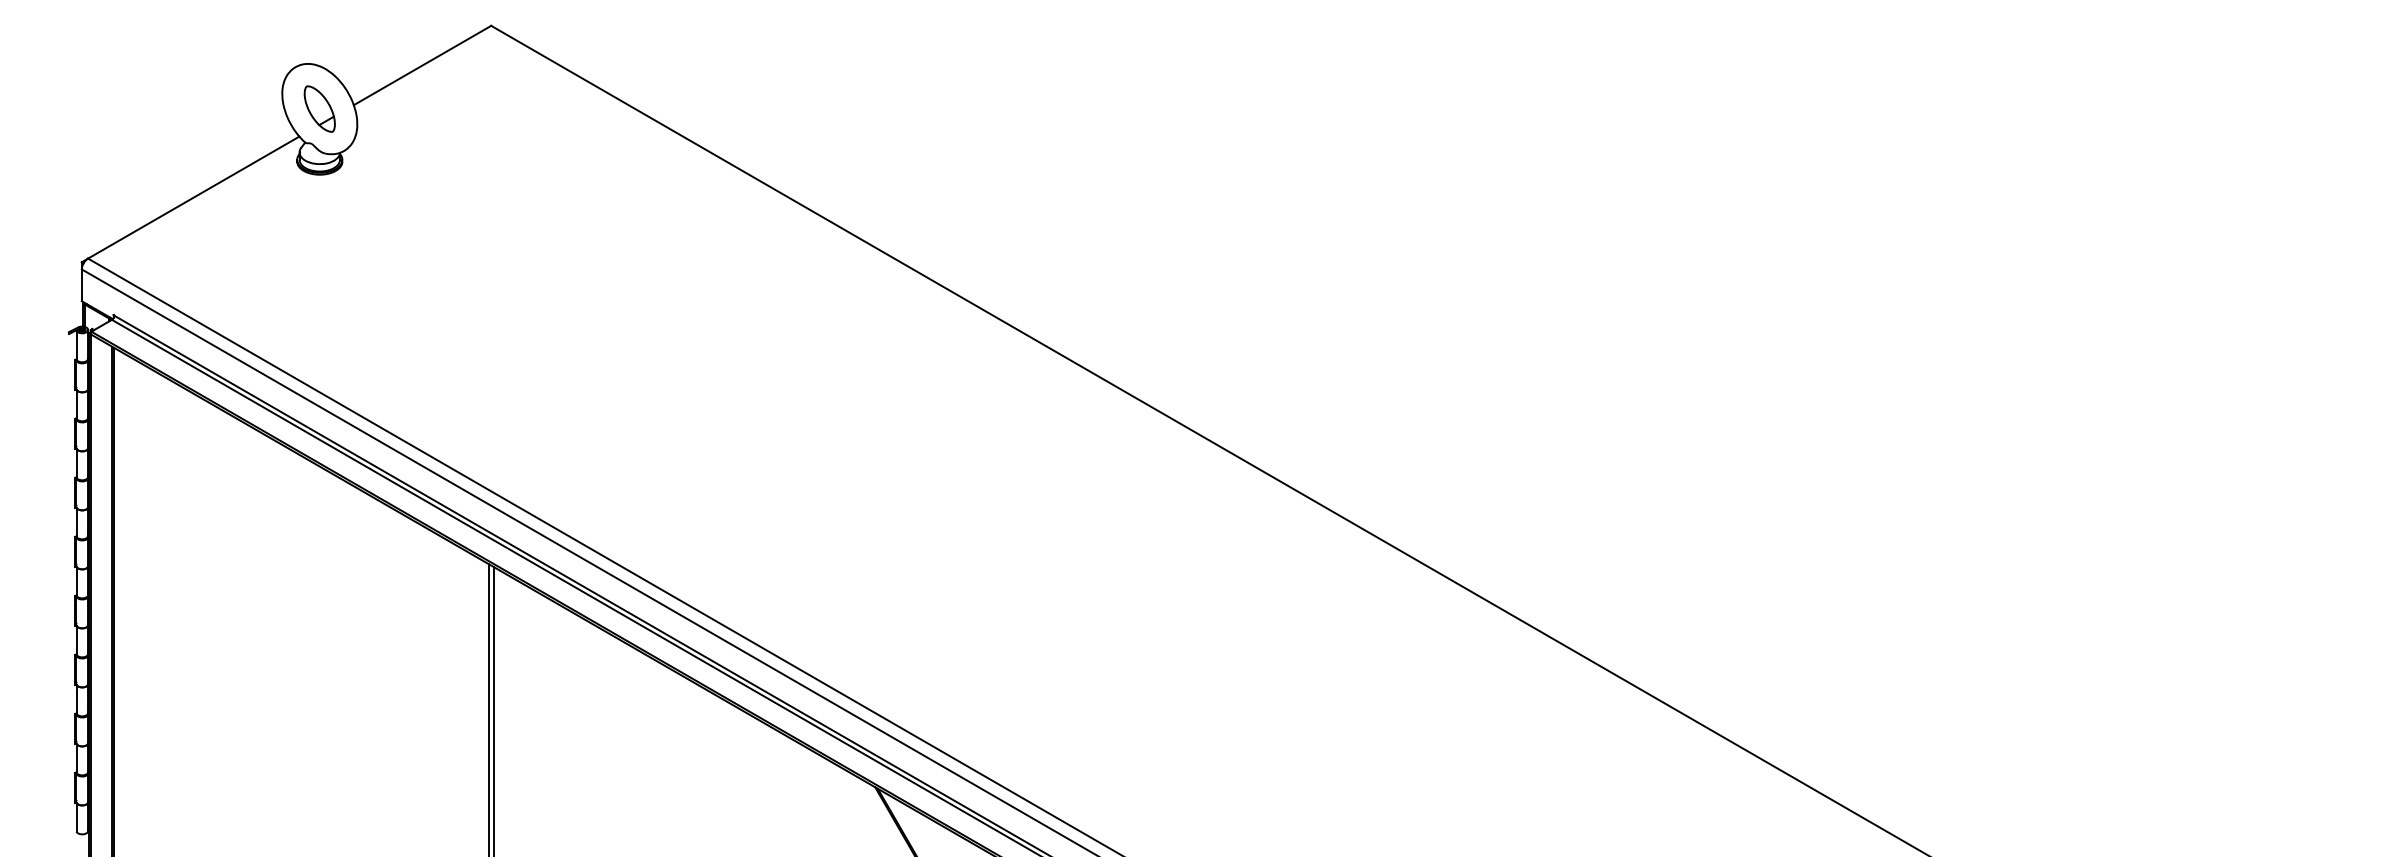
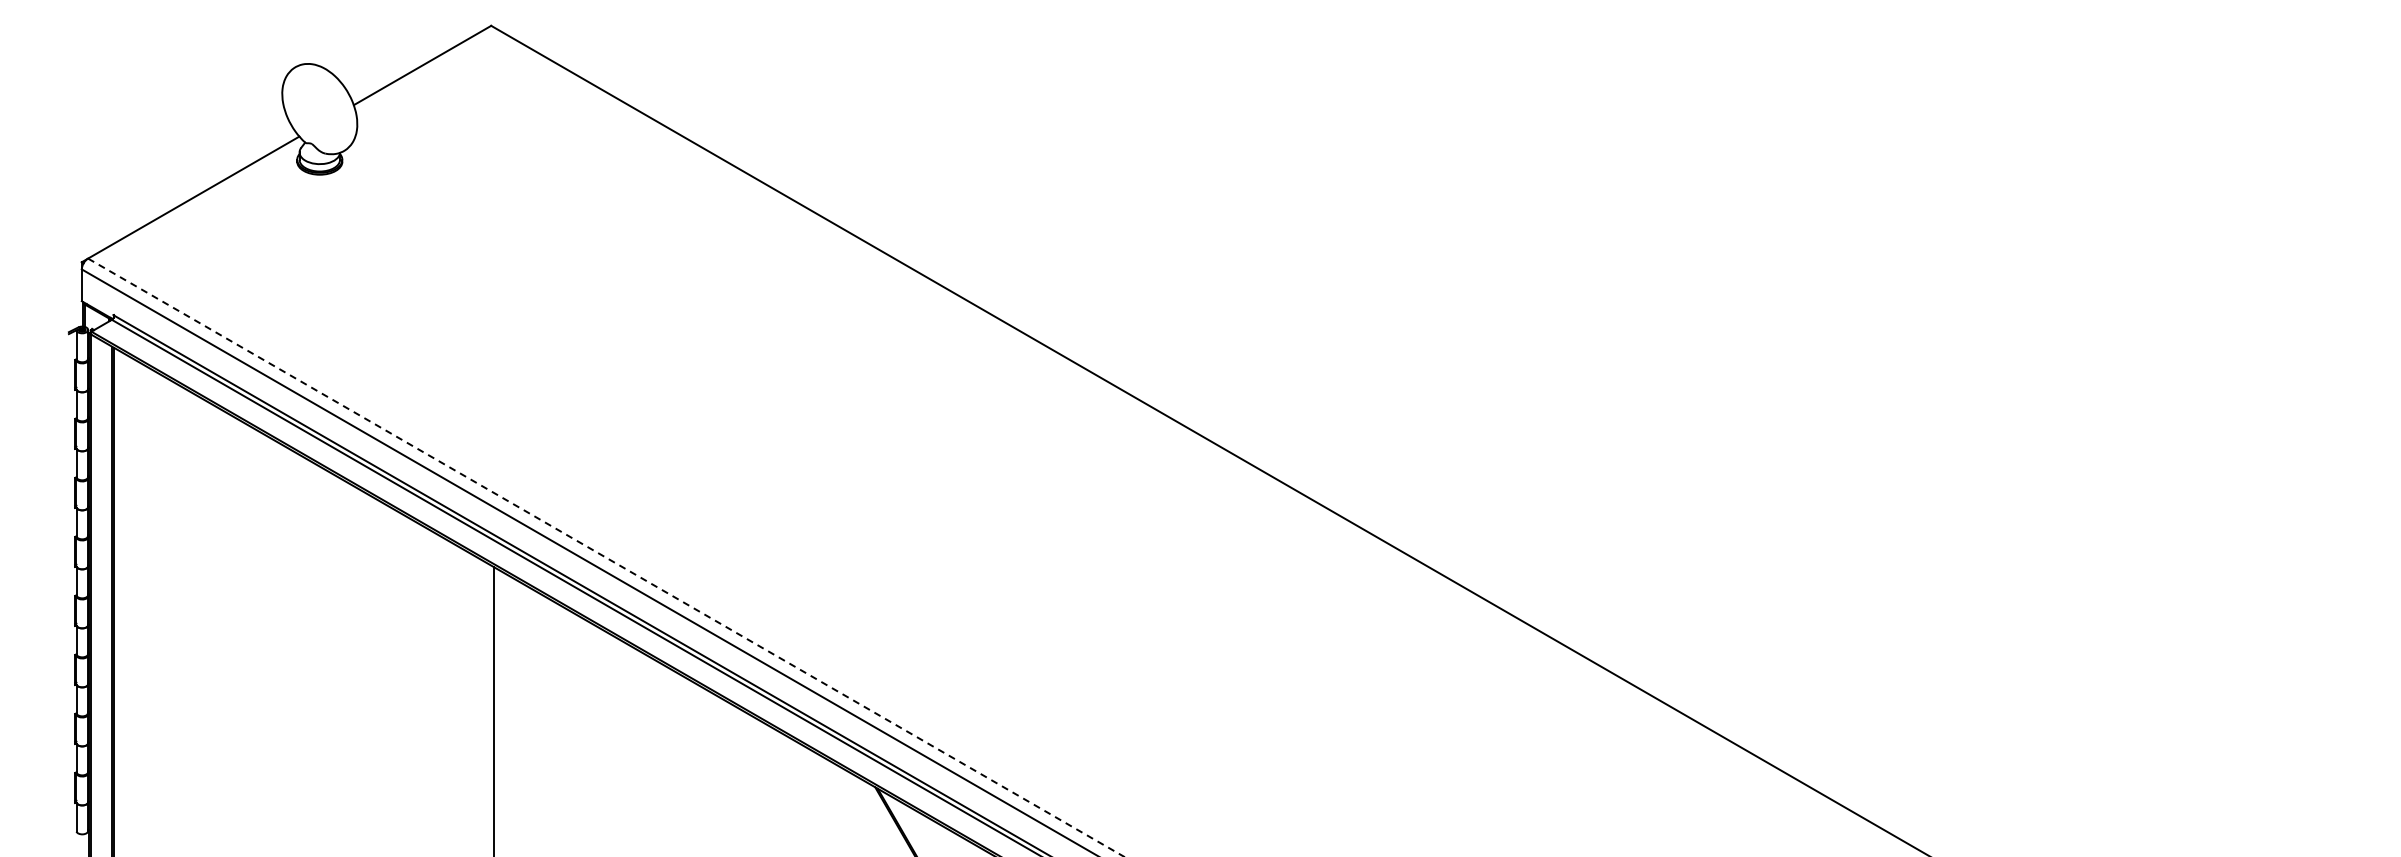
part at (319, 108): present -> none
line at (606, 557): solid -> dashed
line at (488, 708): present -> none
